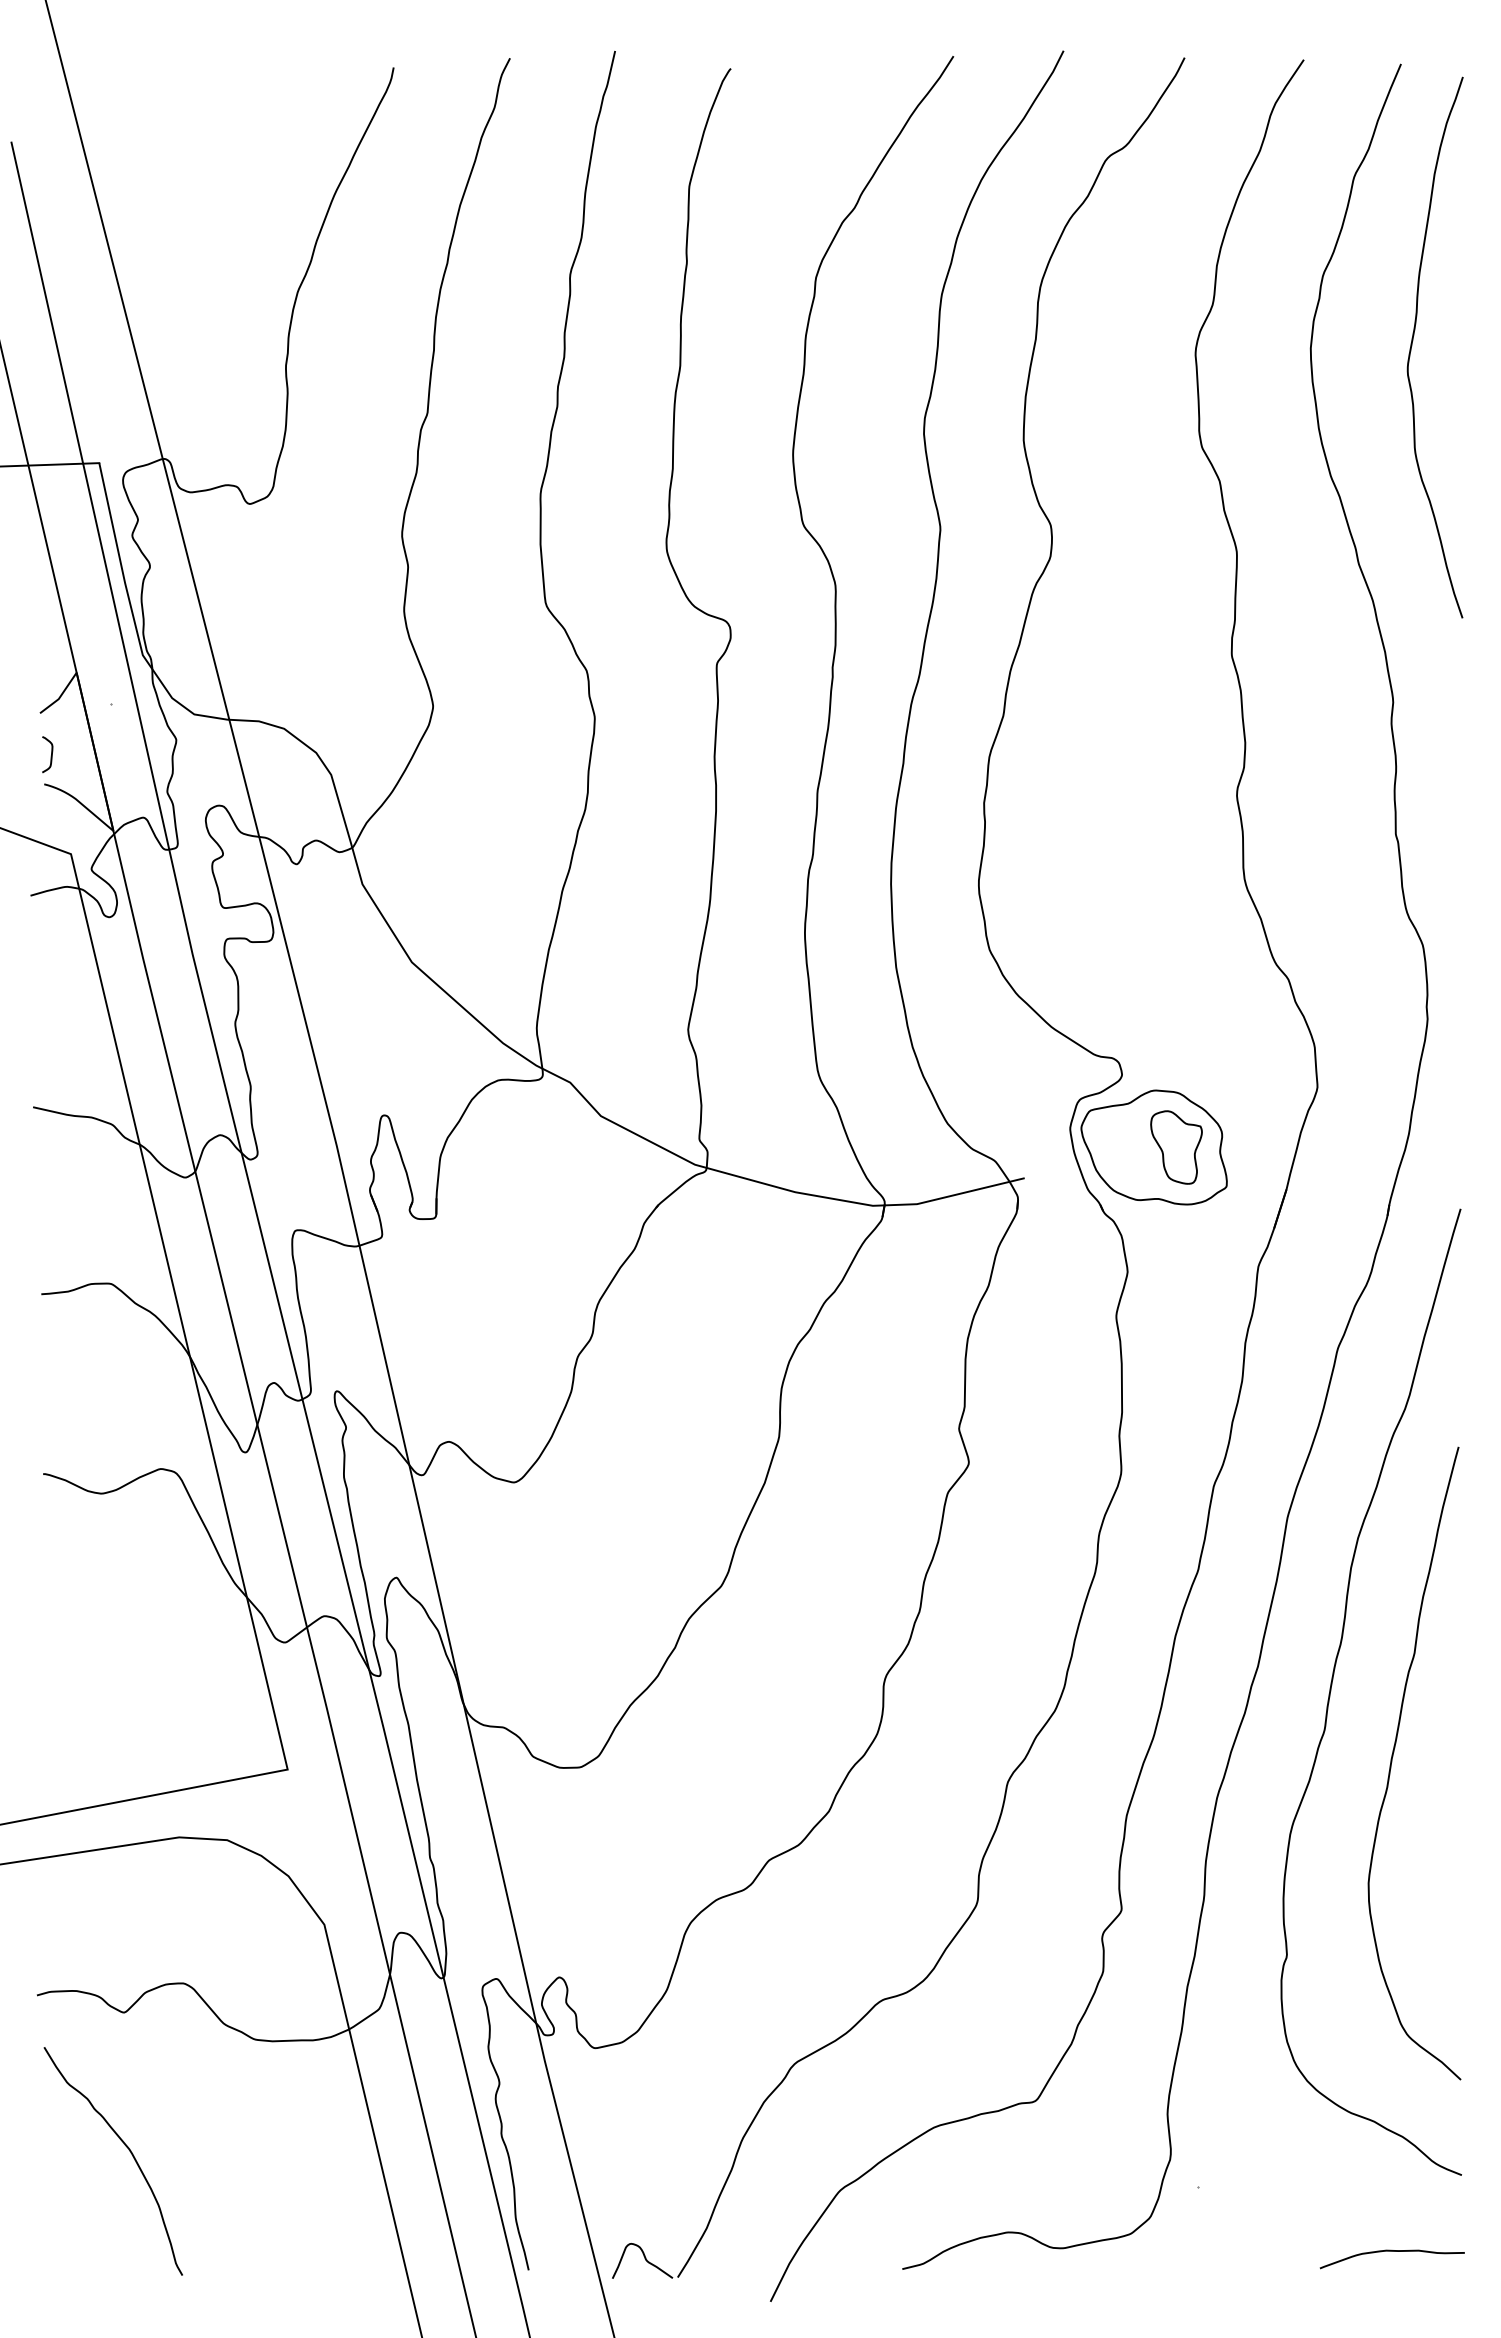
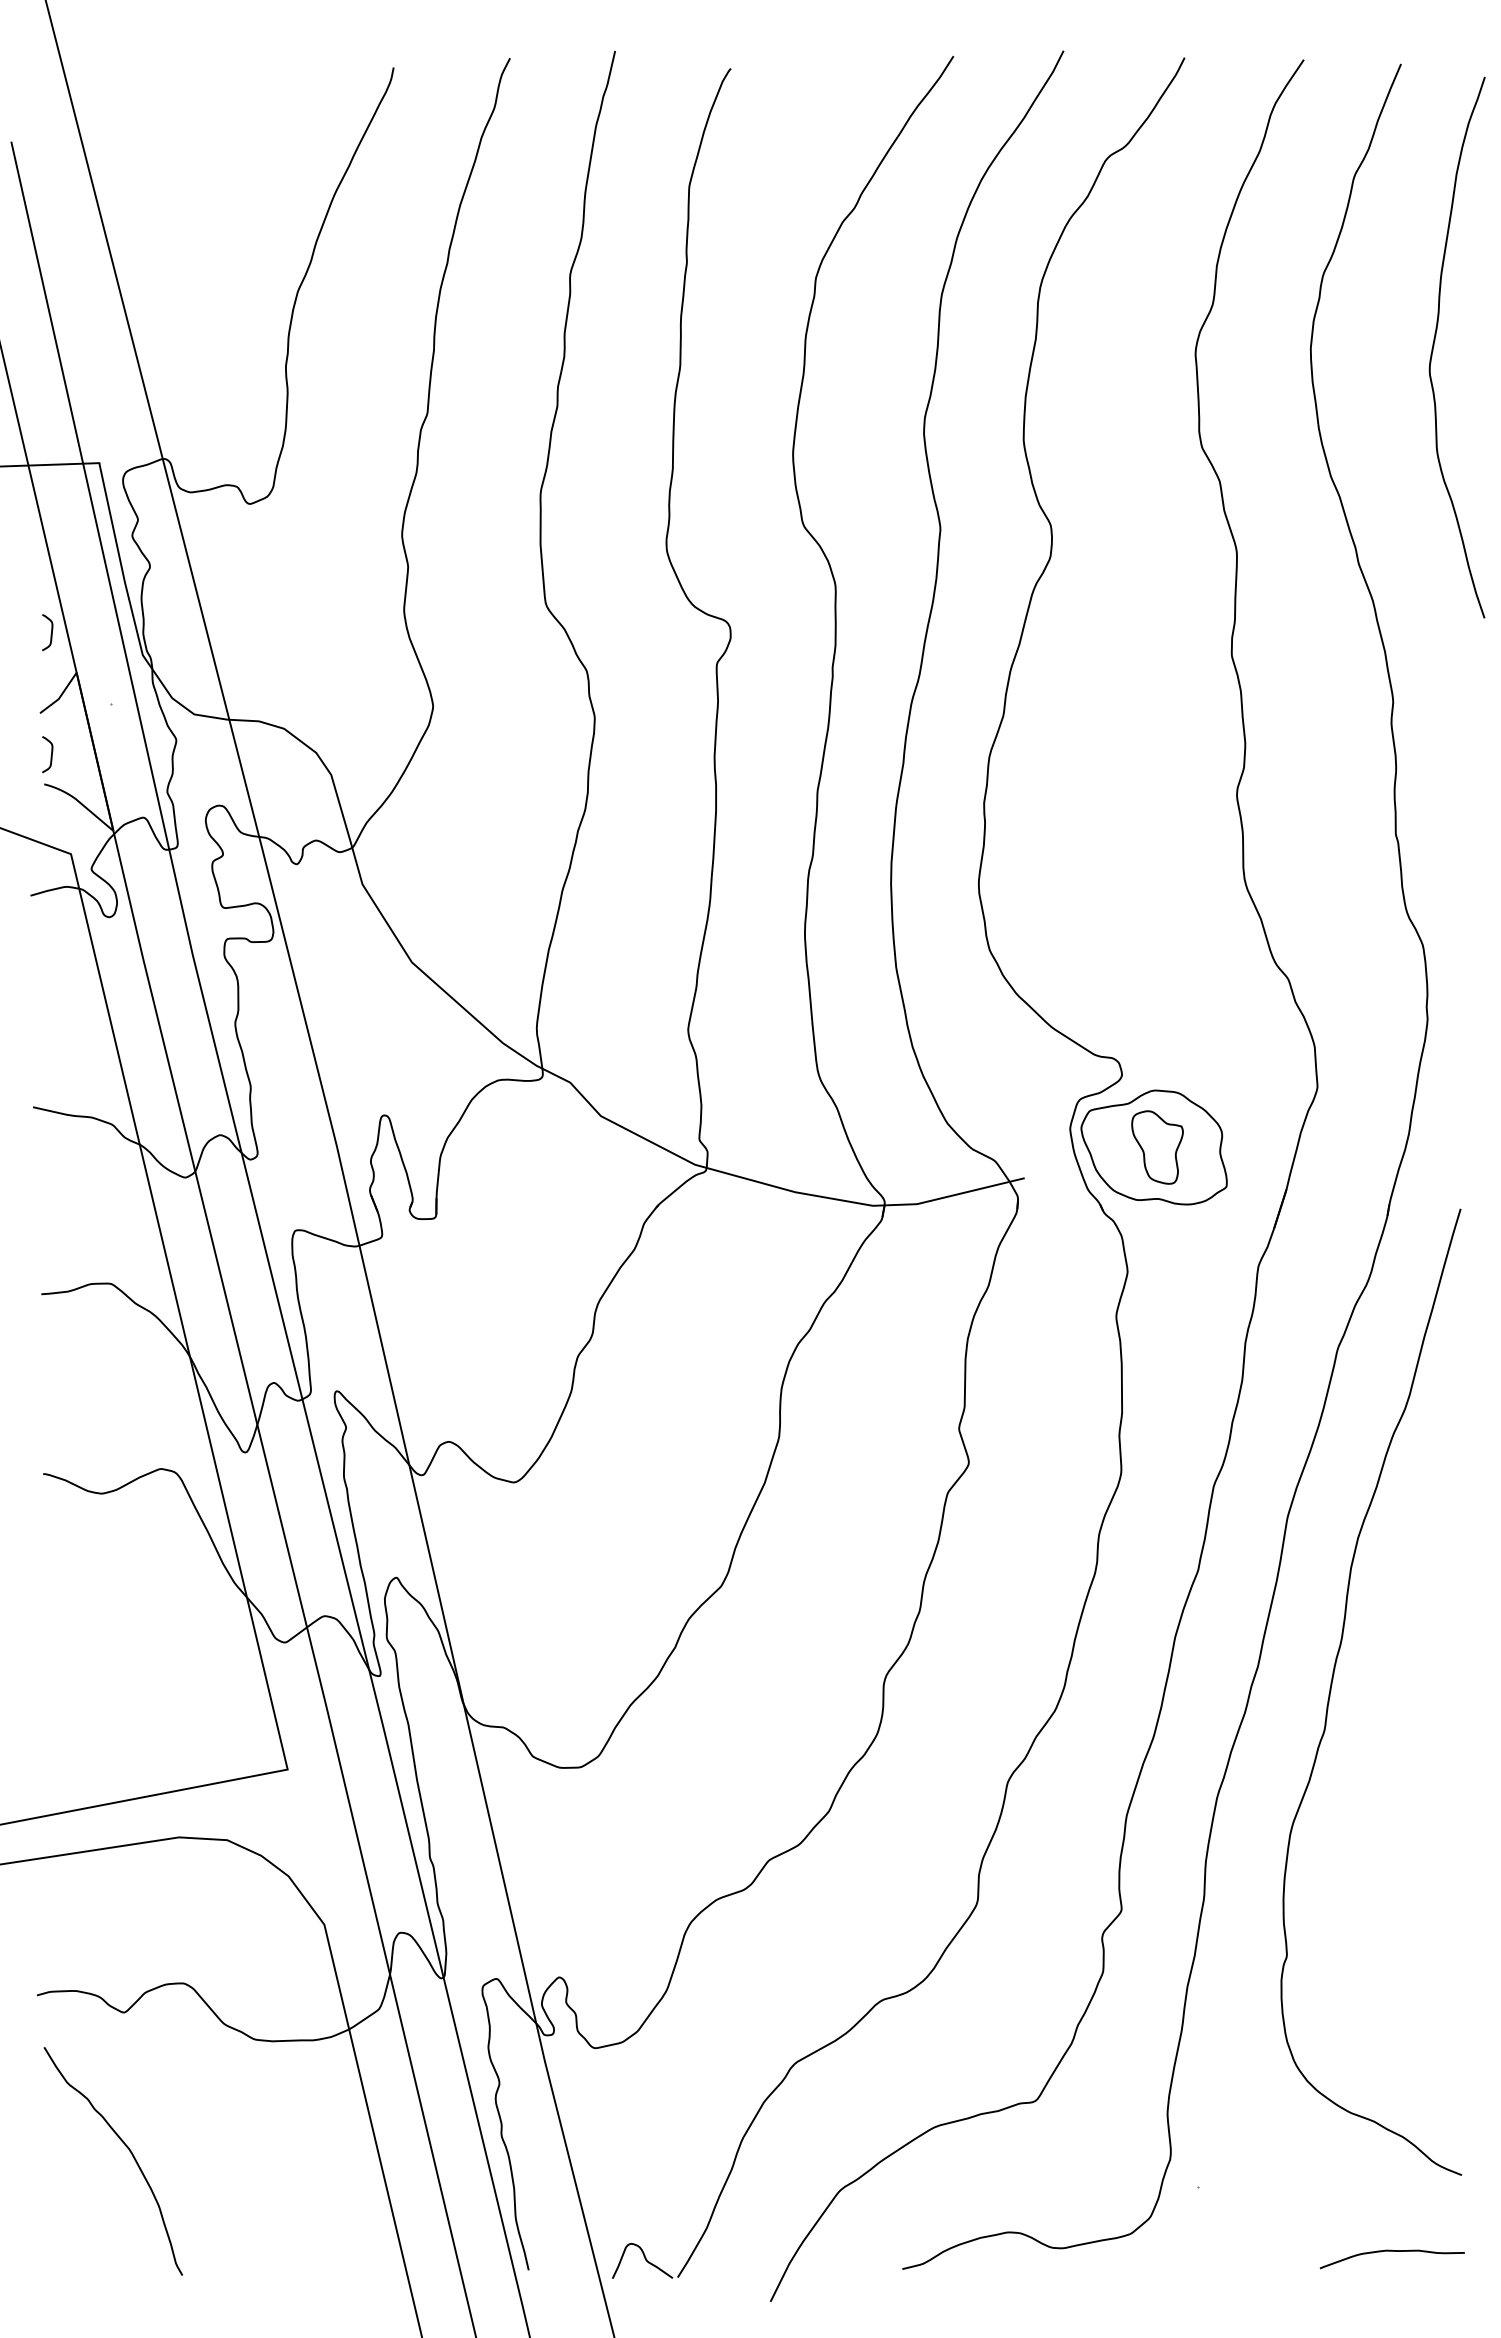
curve at (1412, 346) position: (1412, 346) -> (1434, 346)
curve at (50, 634): none -> present
part at (1176, 1147) position: (1176, 1147) -> (1157, 1147)
curve at (1392, 1762): present -> none
